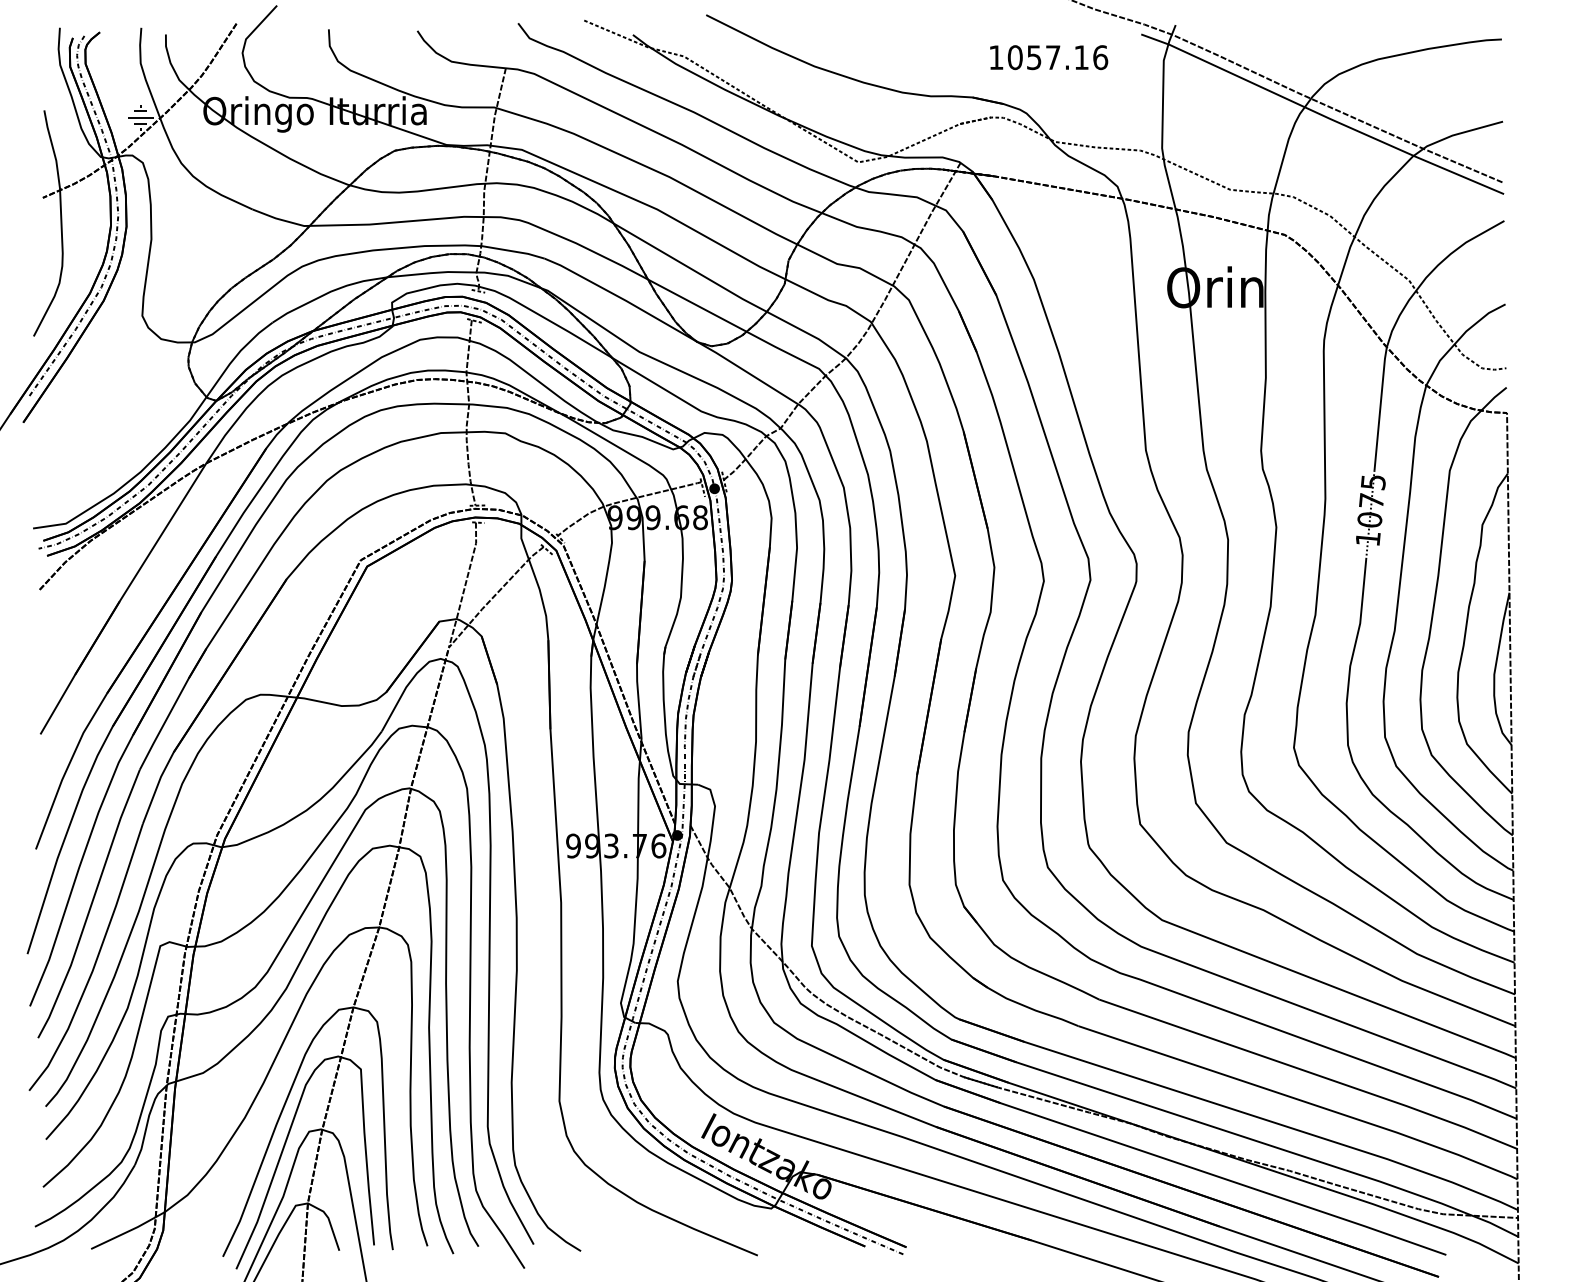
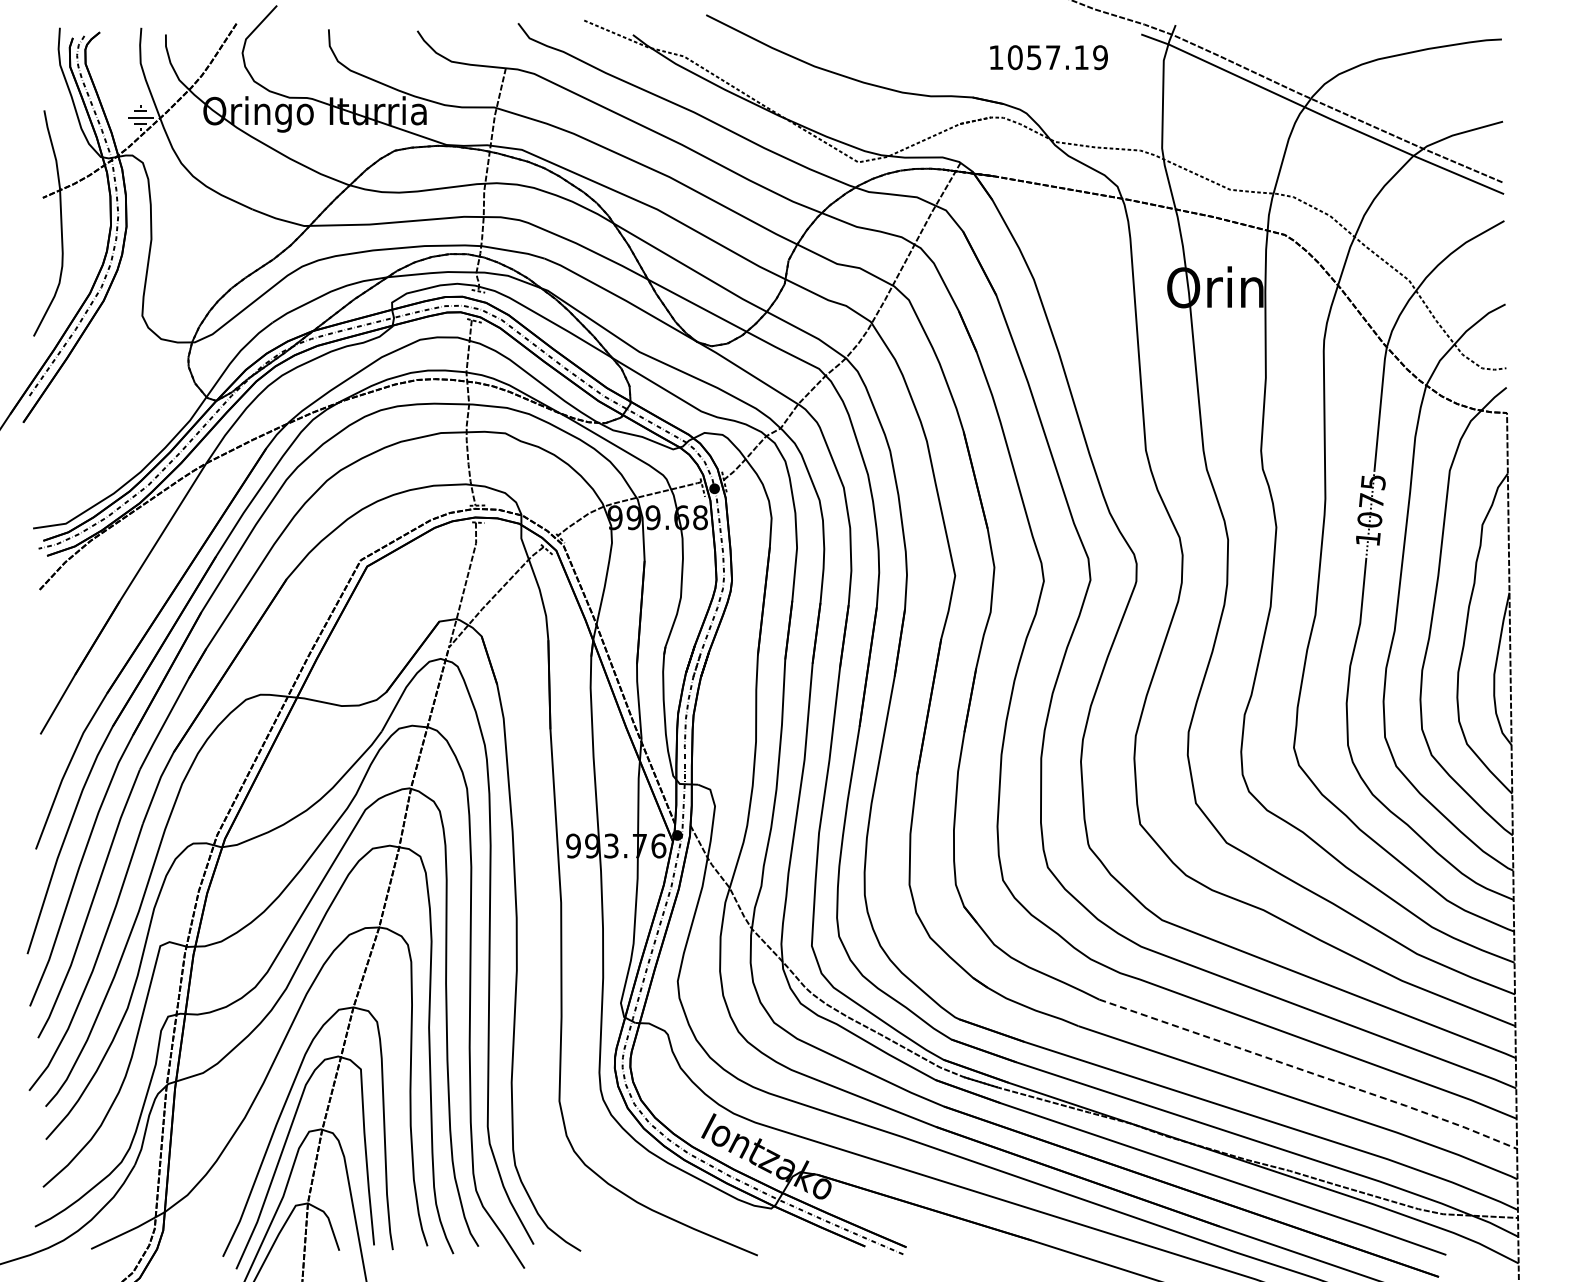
text at (1100, 57): 1057.16 -> 1057.19
line at (1310, 1072): solid -> dashed
